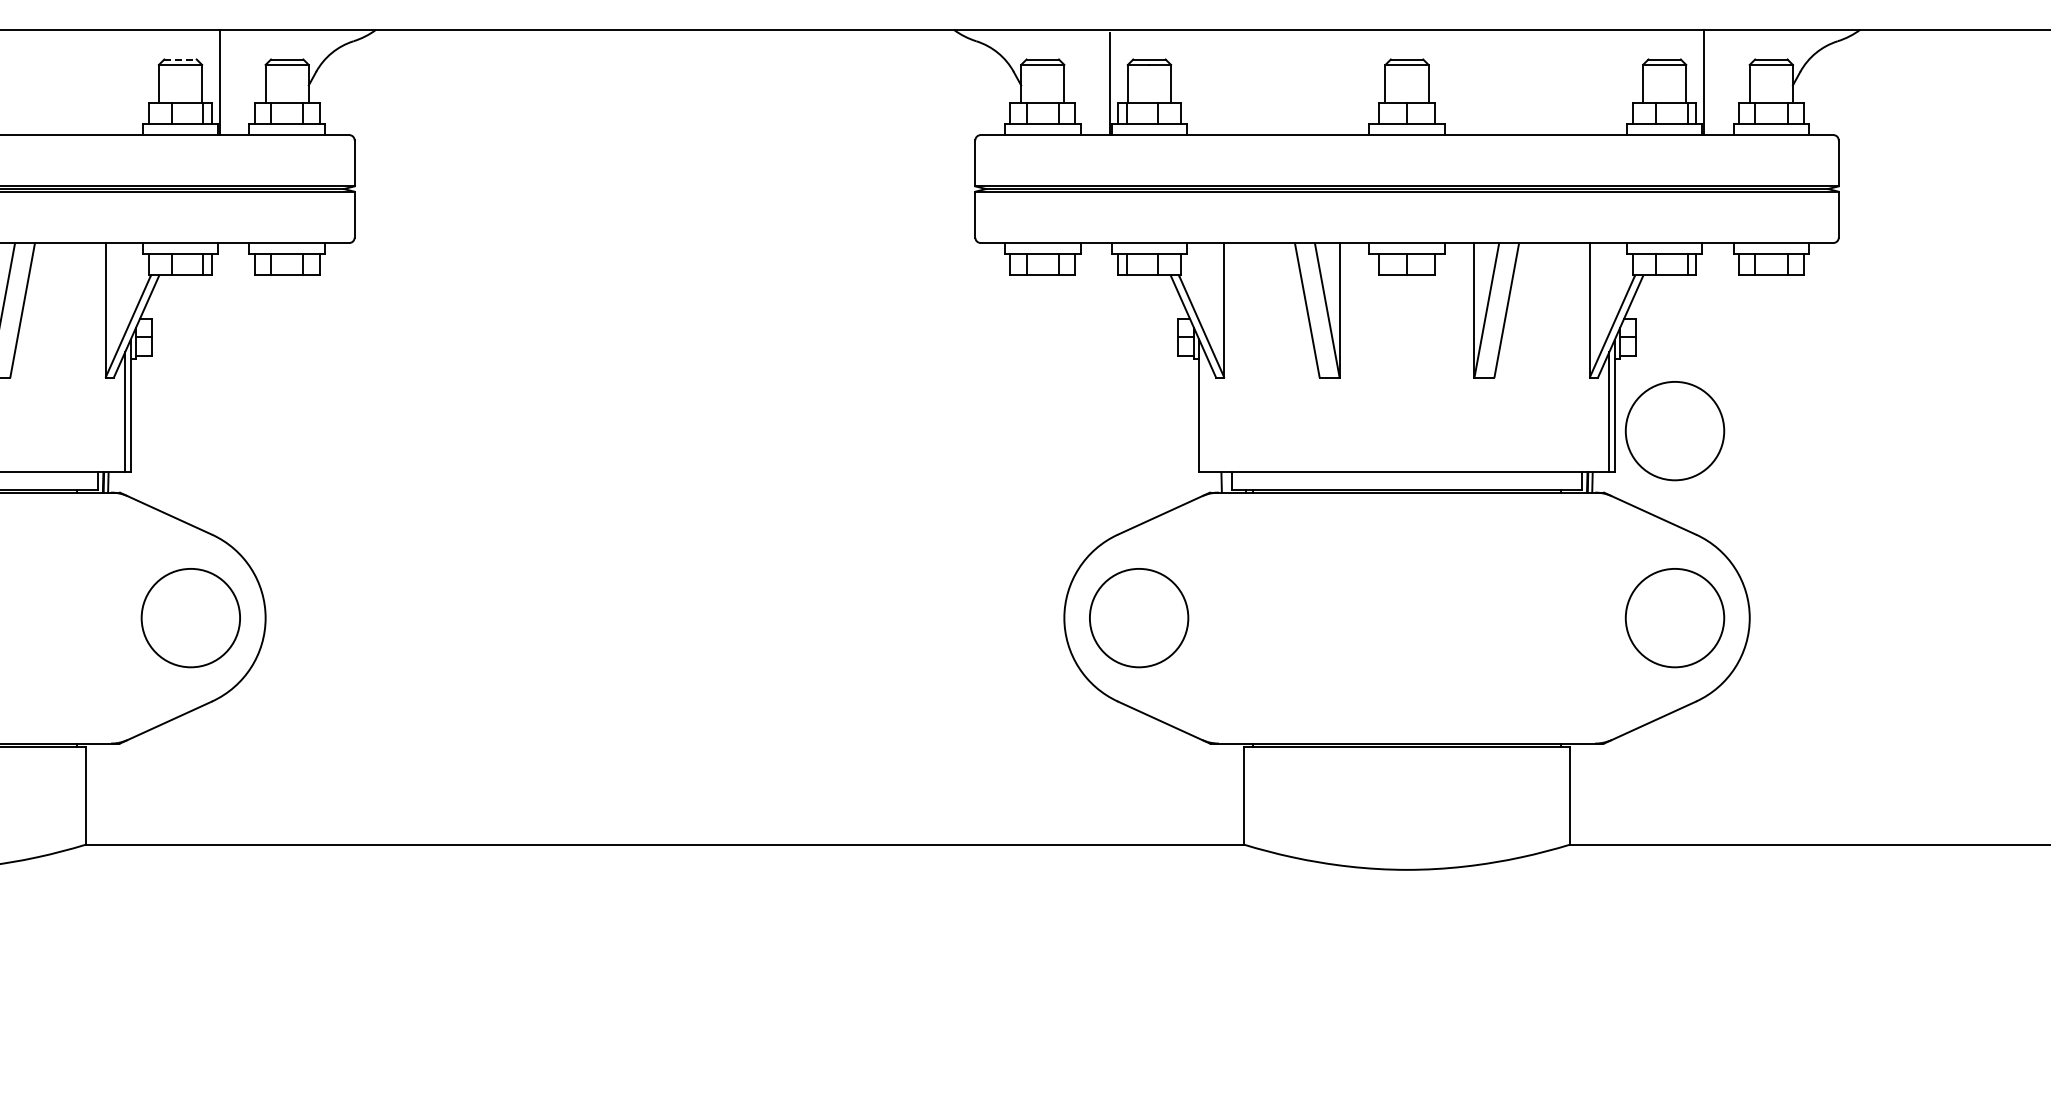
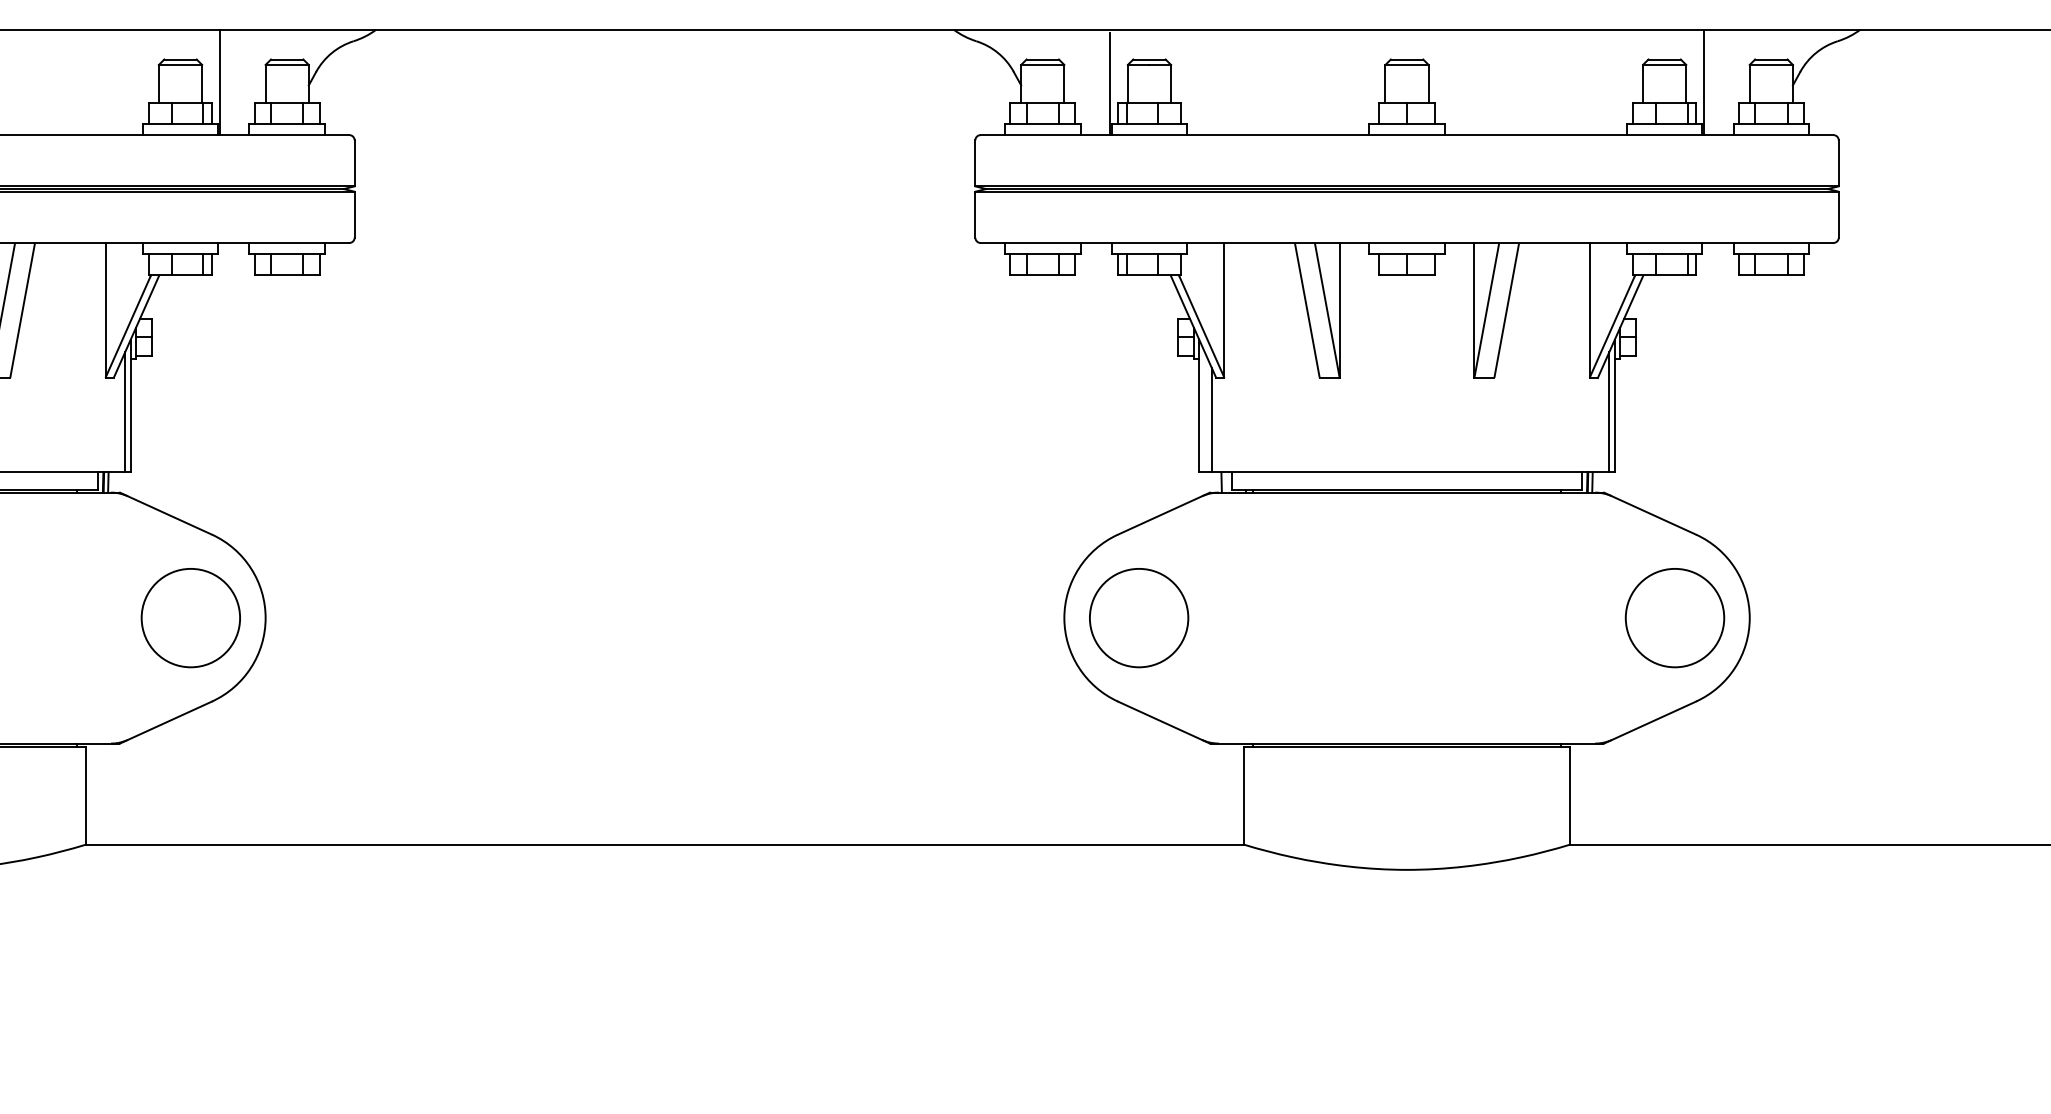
line at (181, 59): dashed -> solid
line at (1212, 420): none -> present
circle at (1674, 431): present -> none
